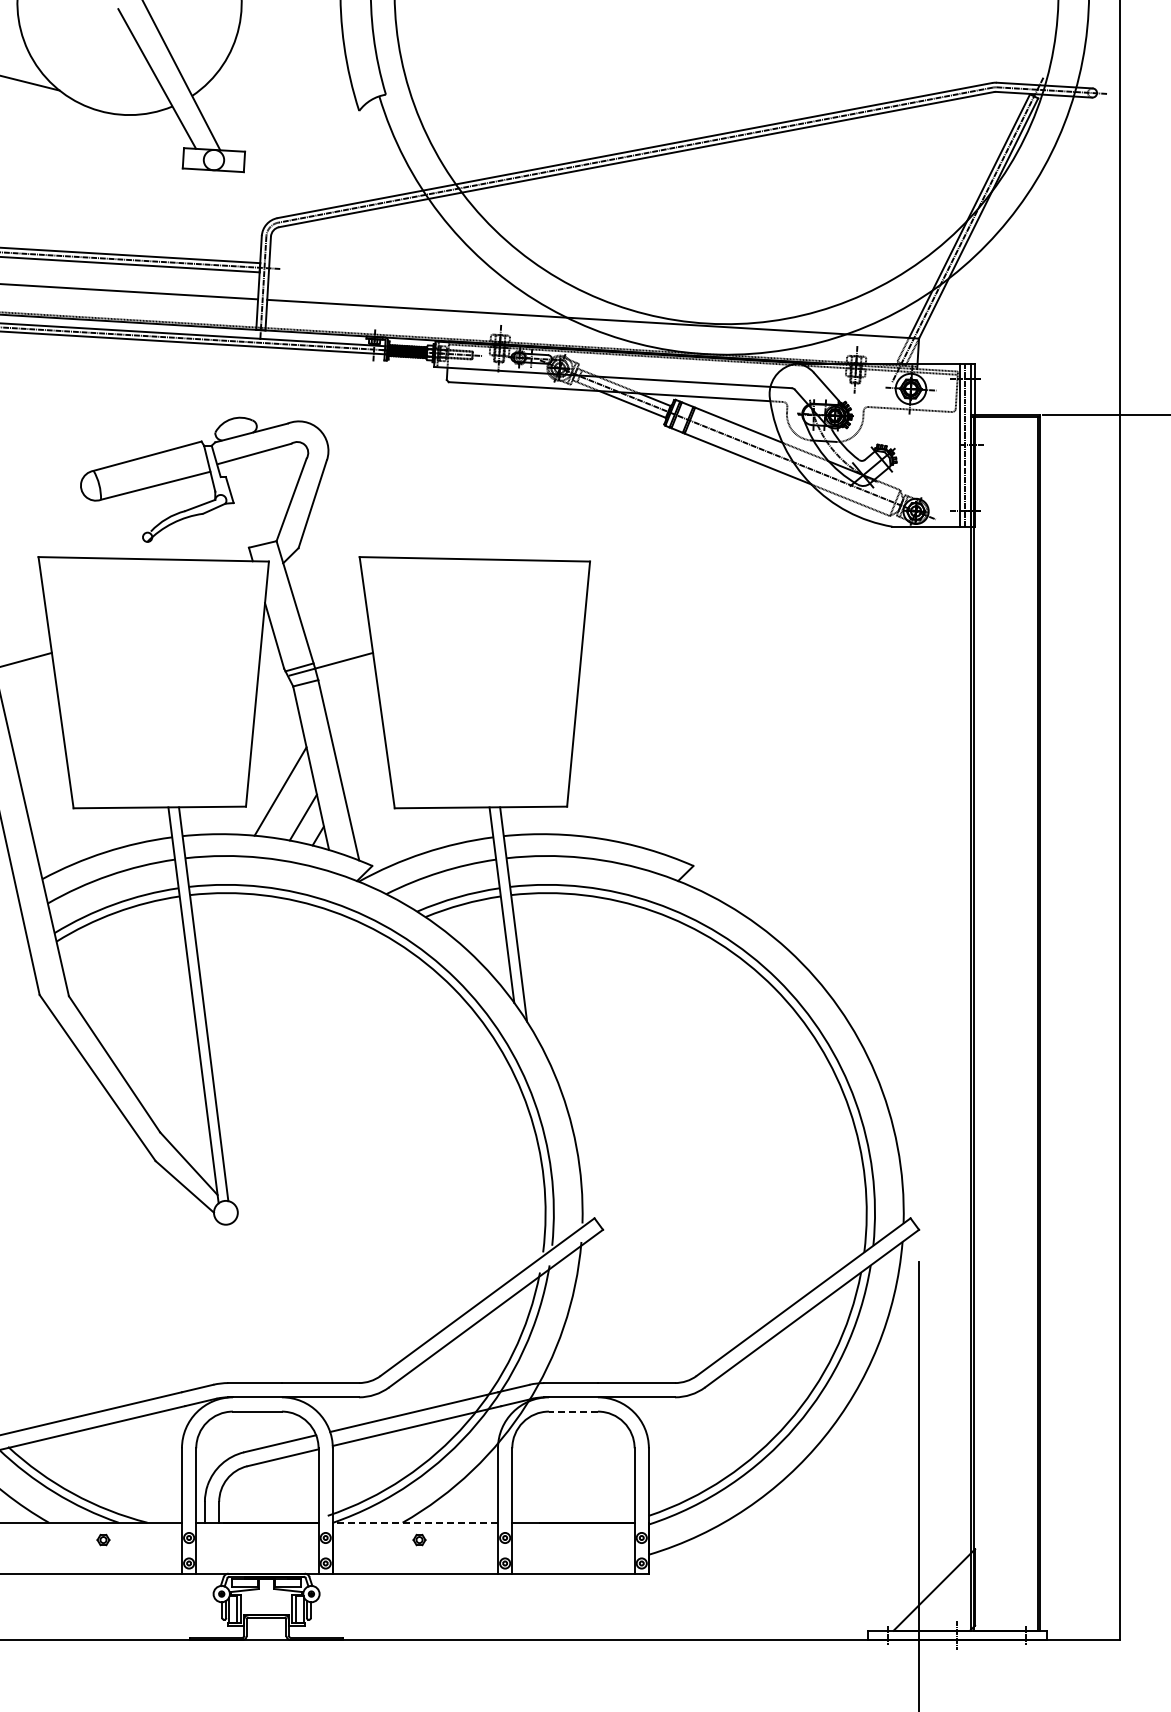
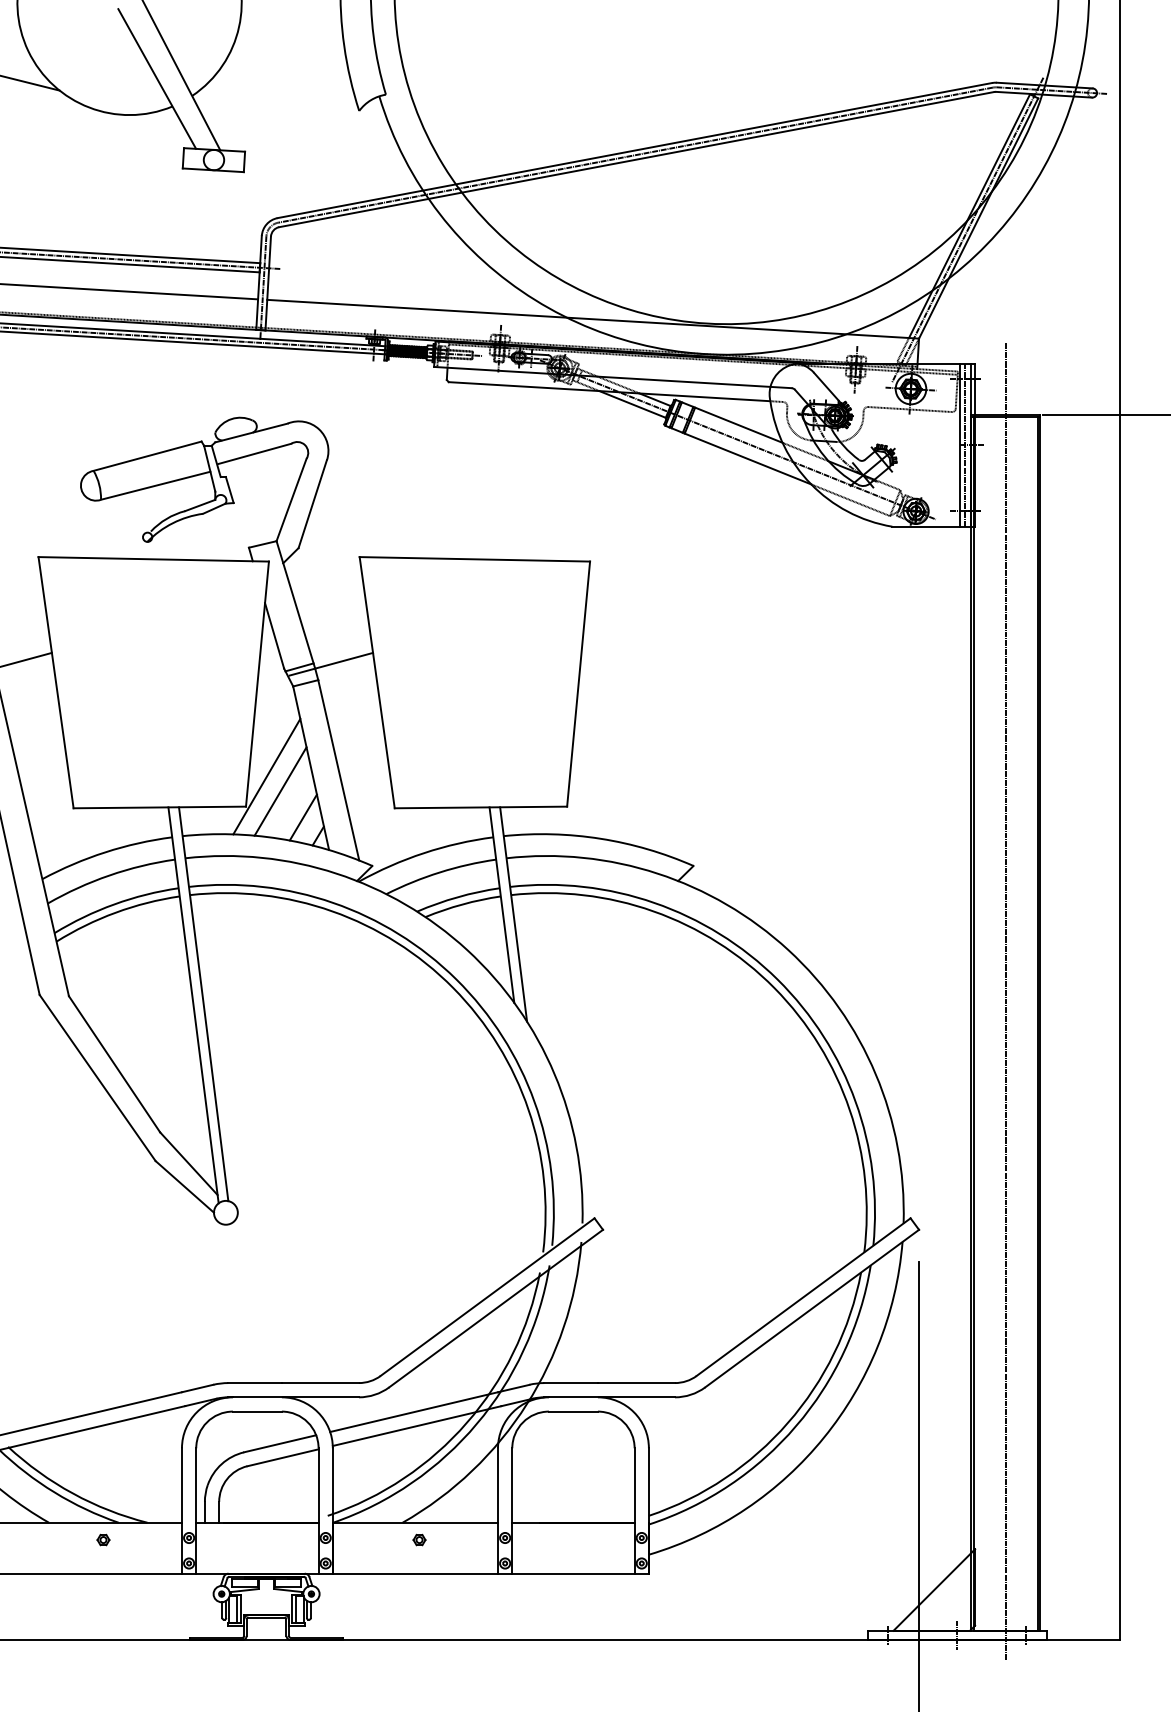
line at (266, 776): none -> present
line at (1005, 1001): none -> present
line at (572, 1411): dashed -> solid
line at (415, 1522): dashed -> solid
